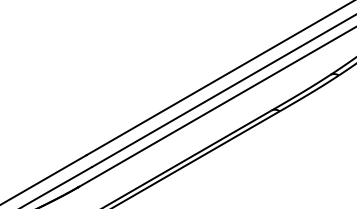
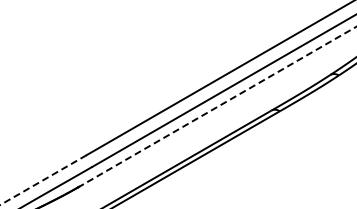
line at (217, 107): solid -> dashed
line at (43, 180): solid -> dashed
